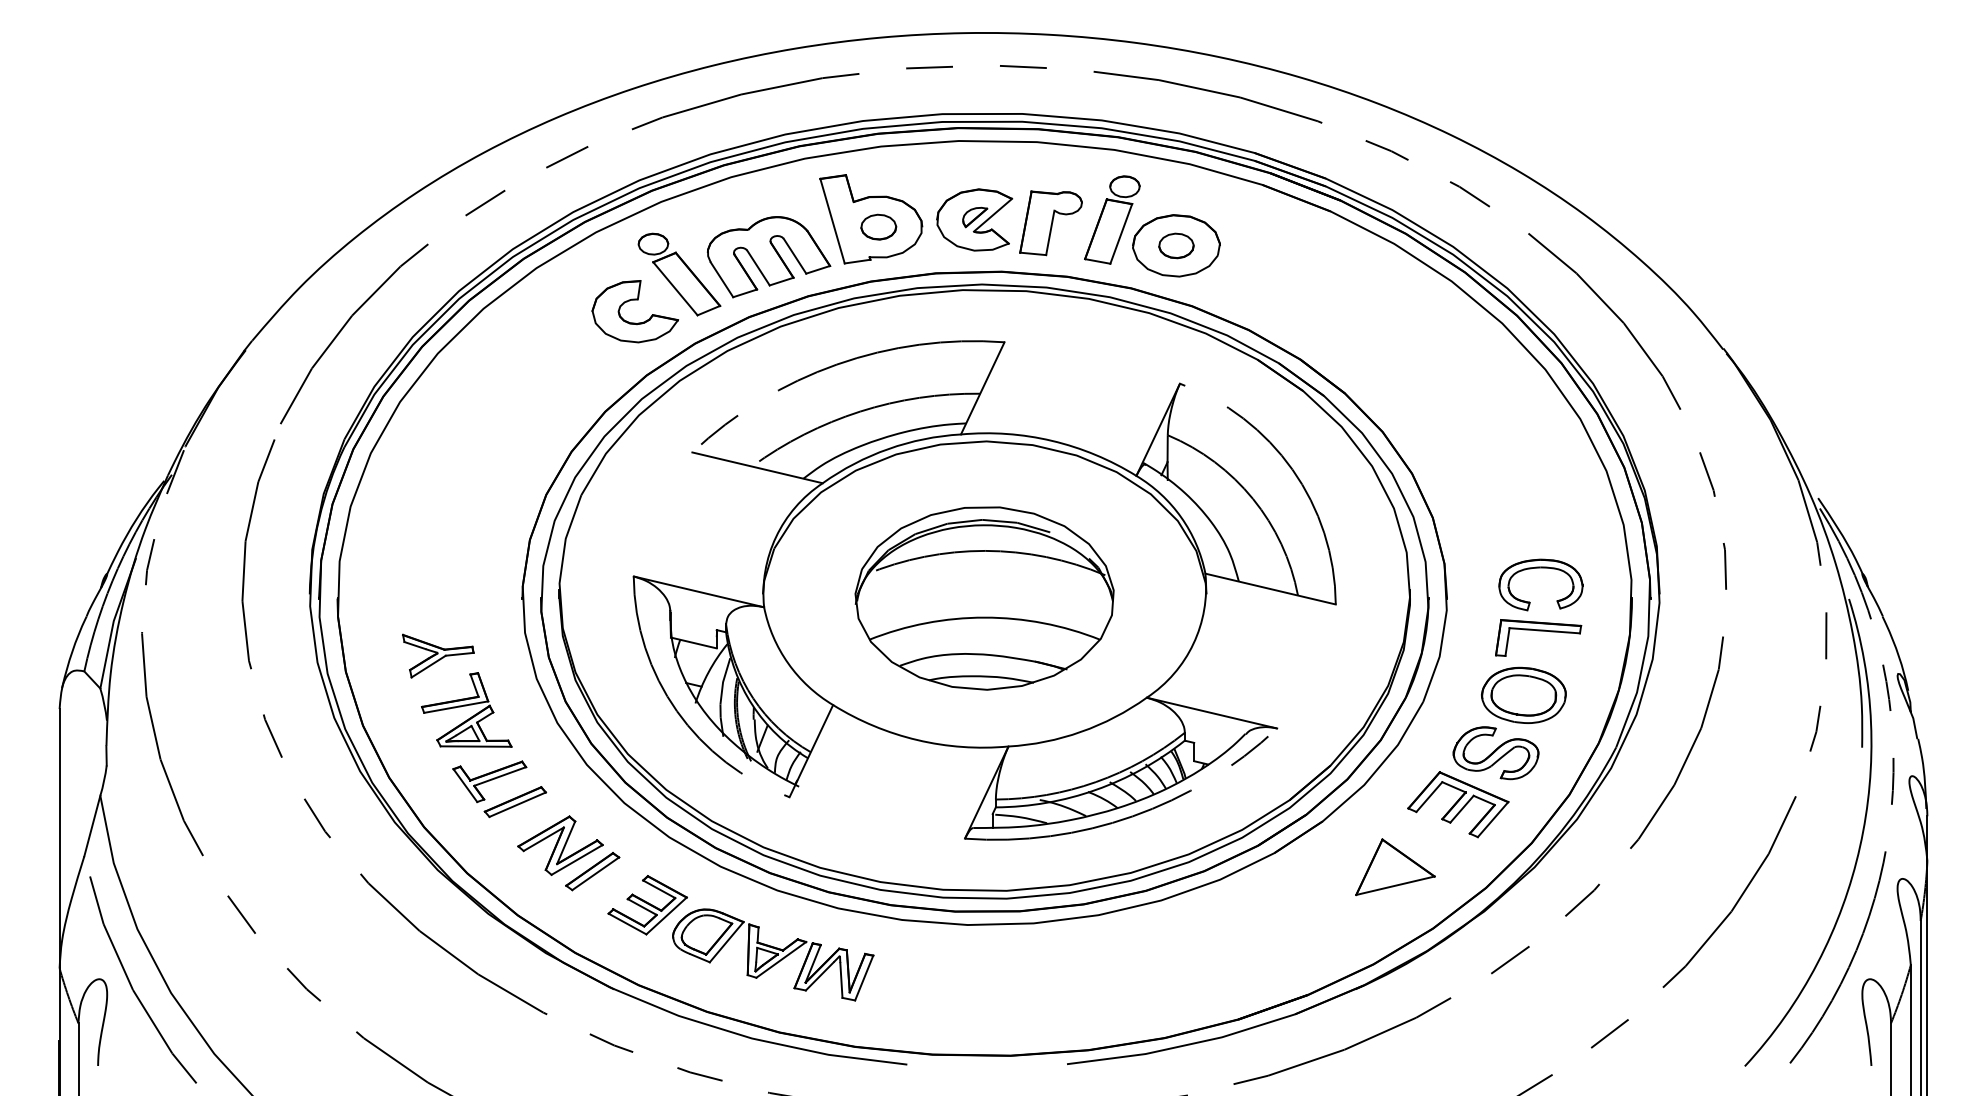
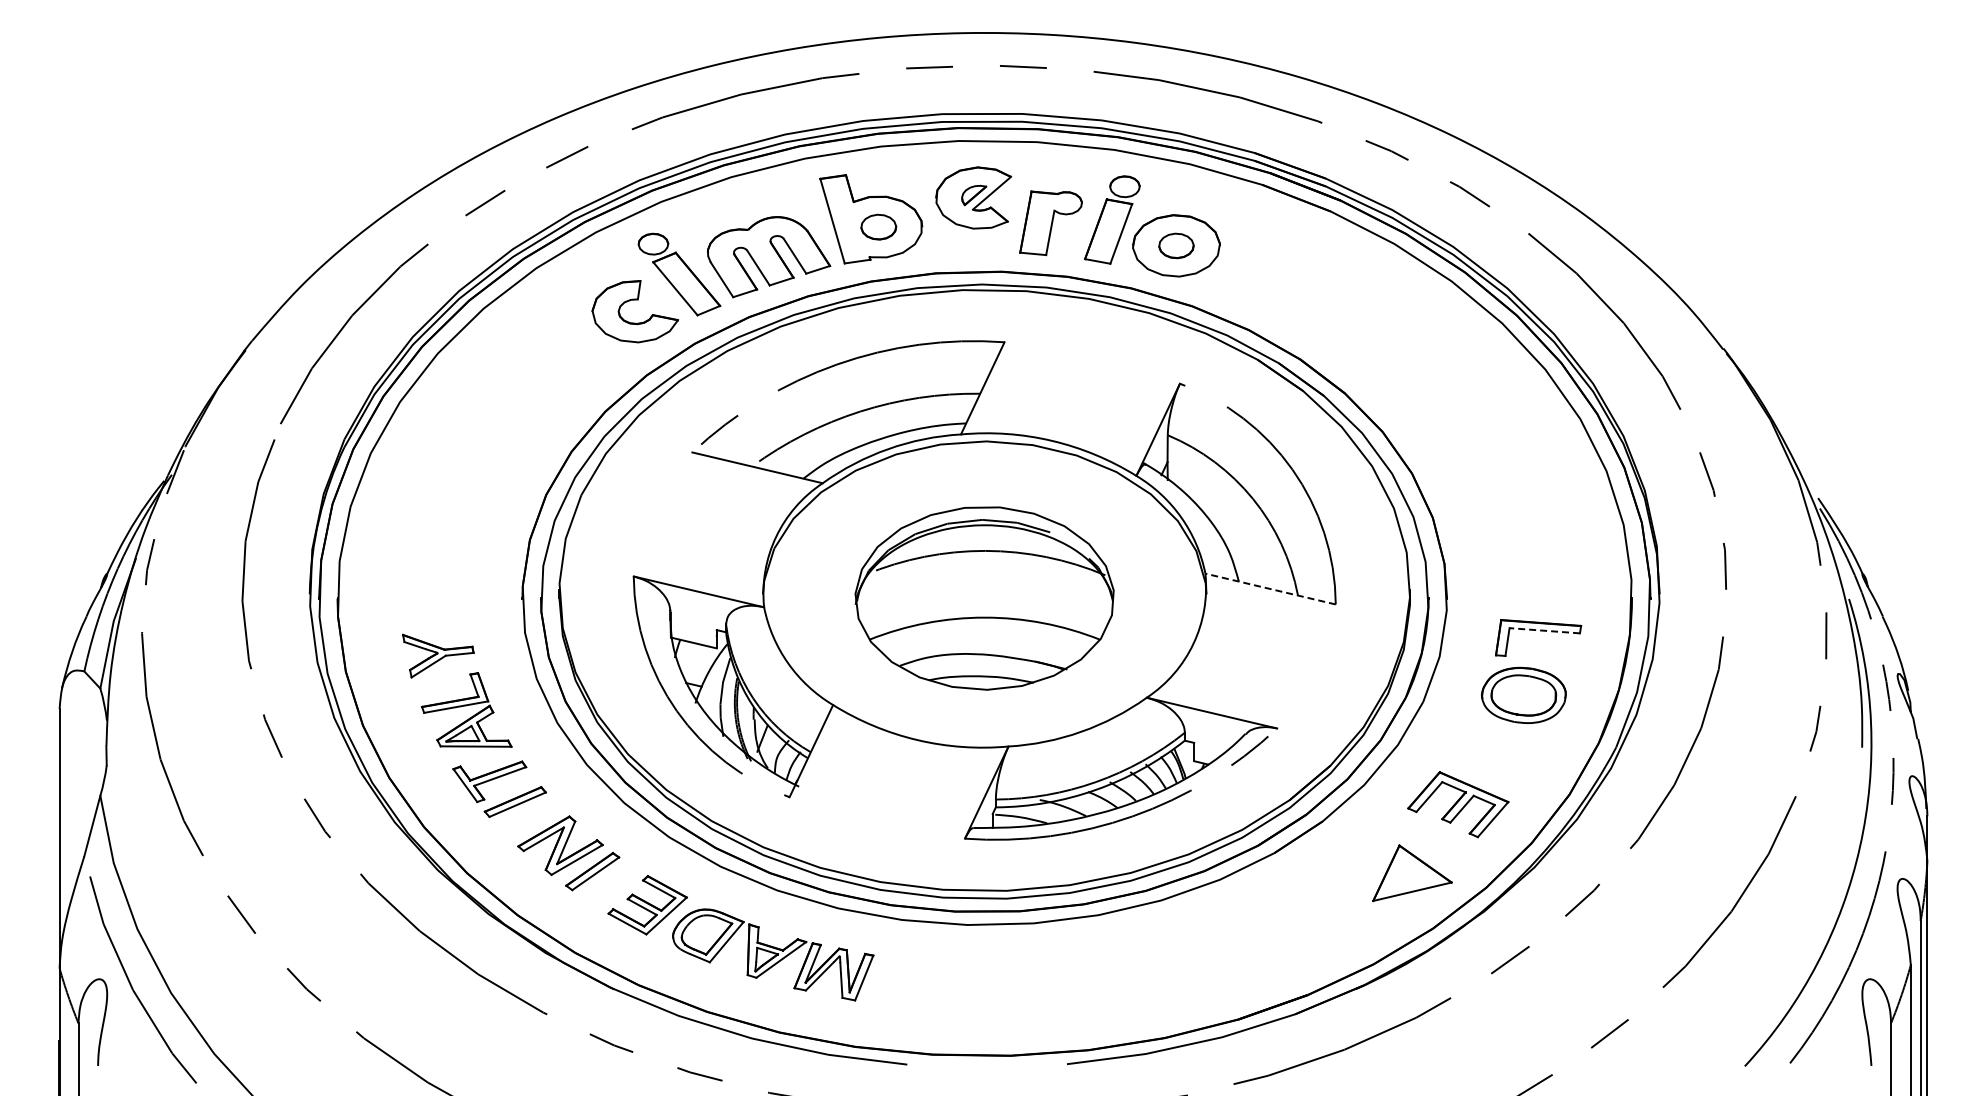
part at (974, 219) position: (974, 219) -> (973, 197)
part at (1540, 568): present -> none
line at (1270, 589): solid -> dashed
line at (1544, 630): solid -> dashed
part at (1495, 753): present -> none
part at (1395, 867) position: (1395, 867) -> (1412, 873)
